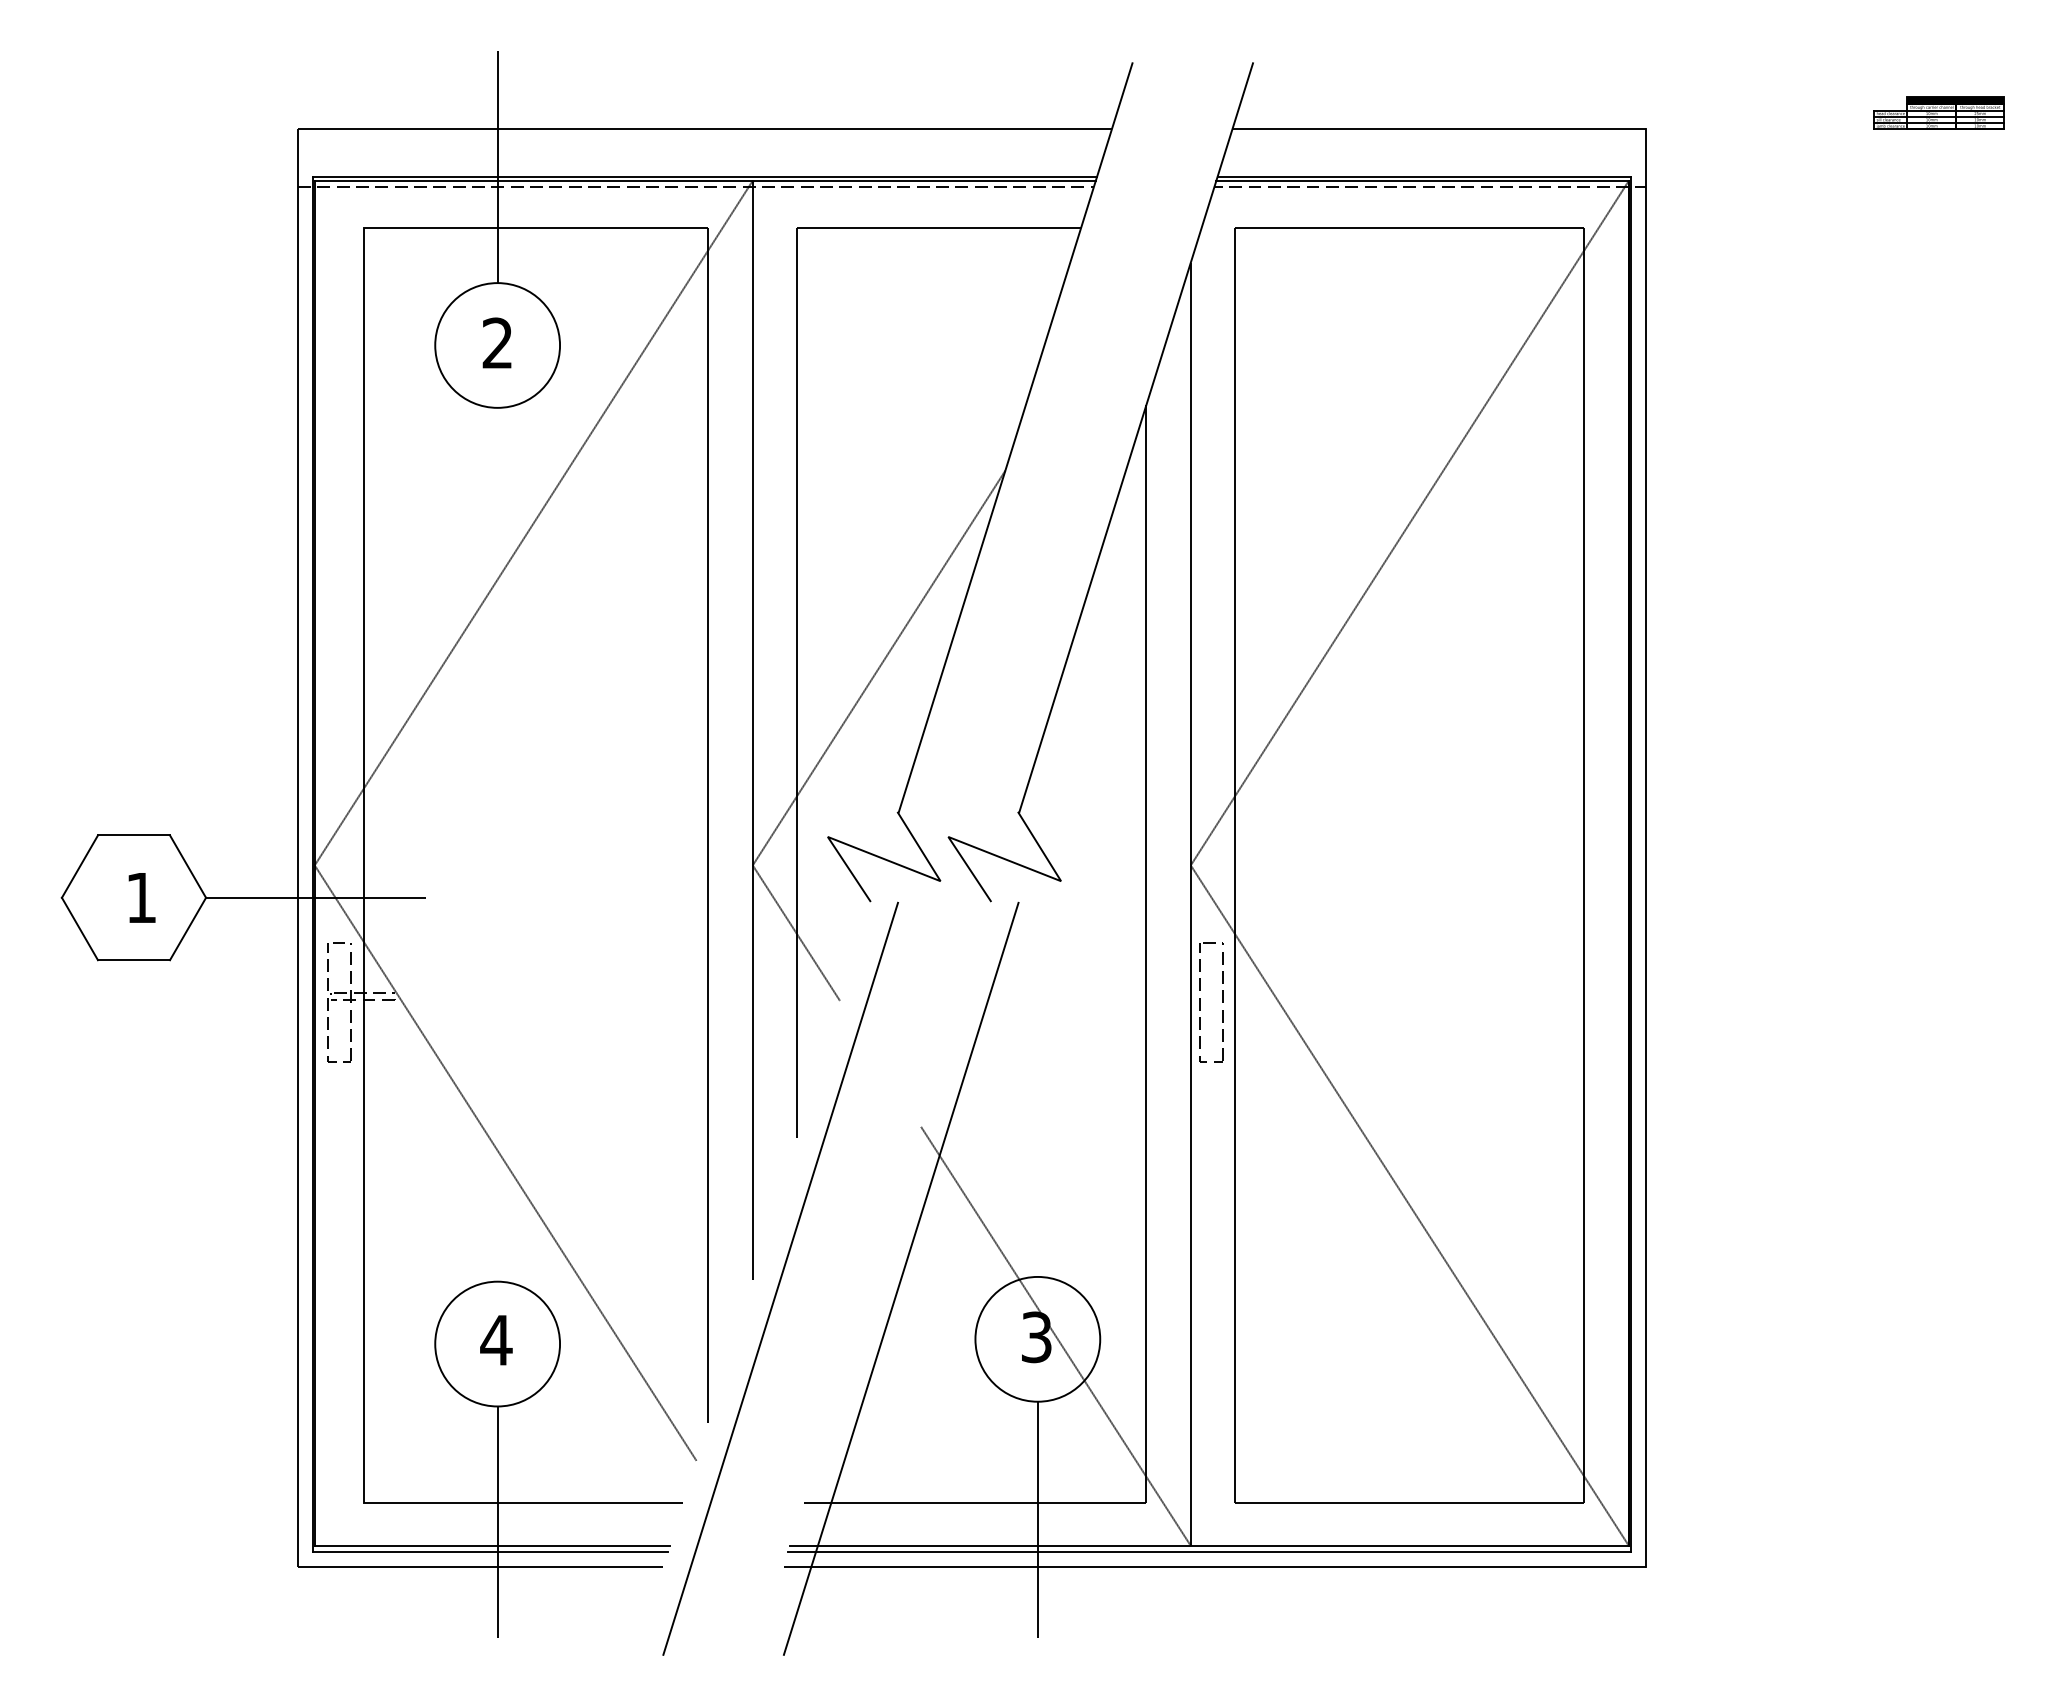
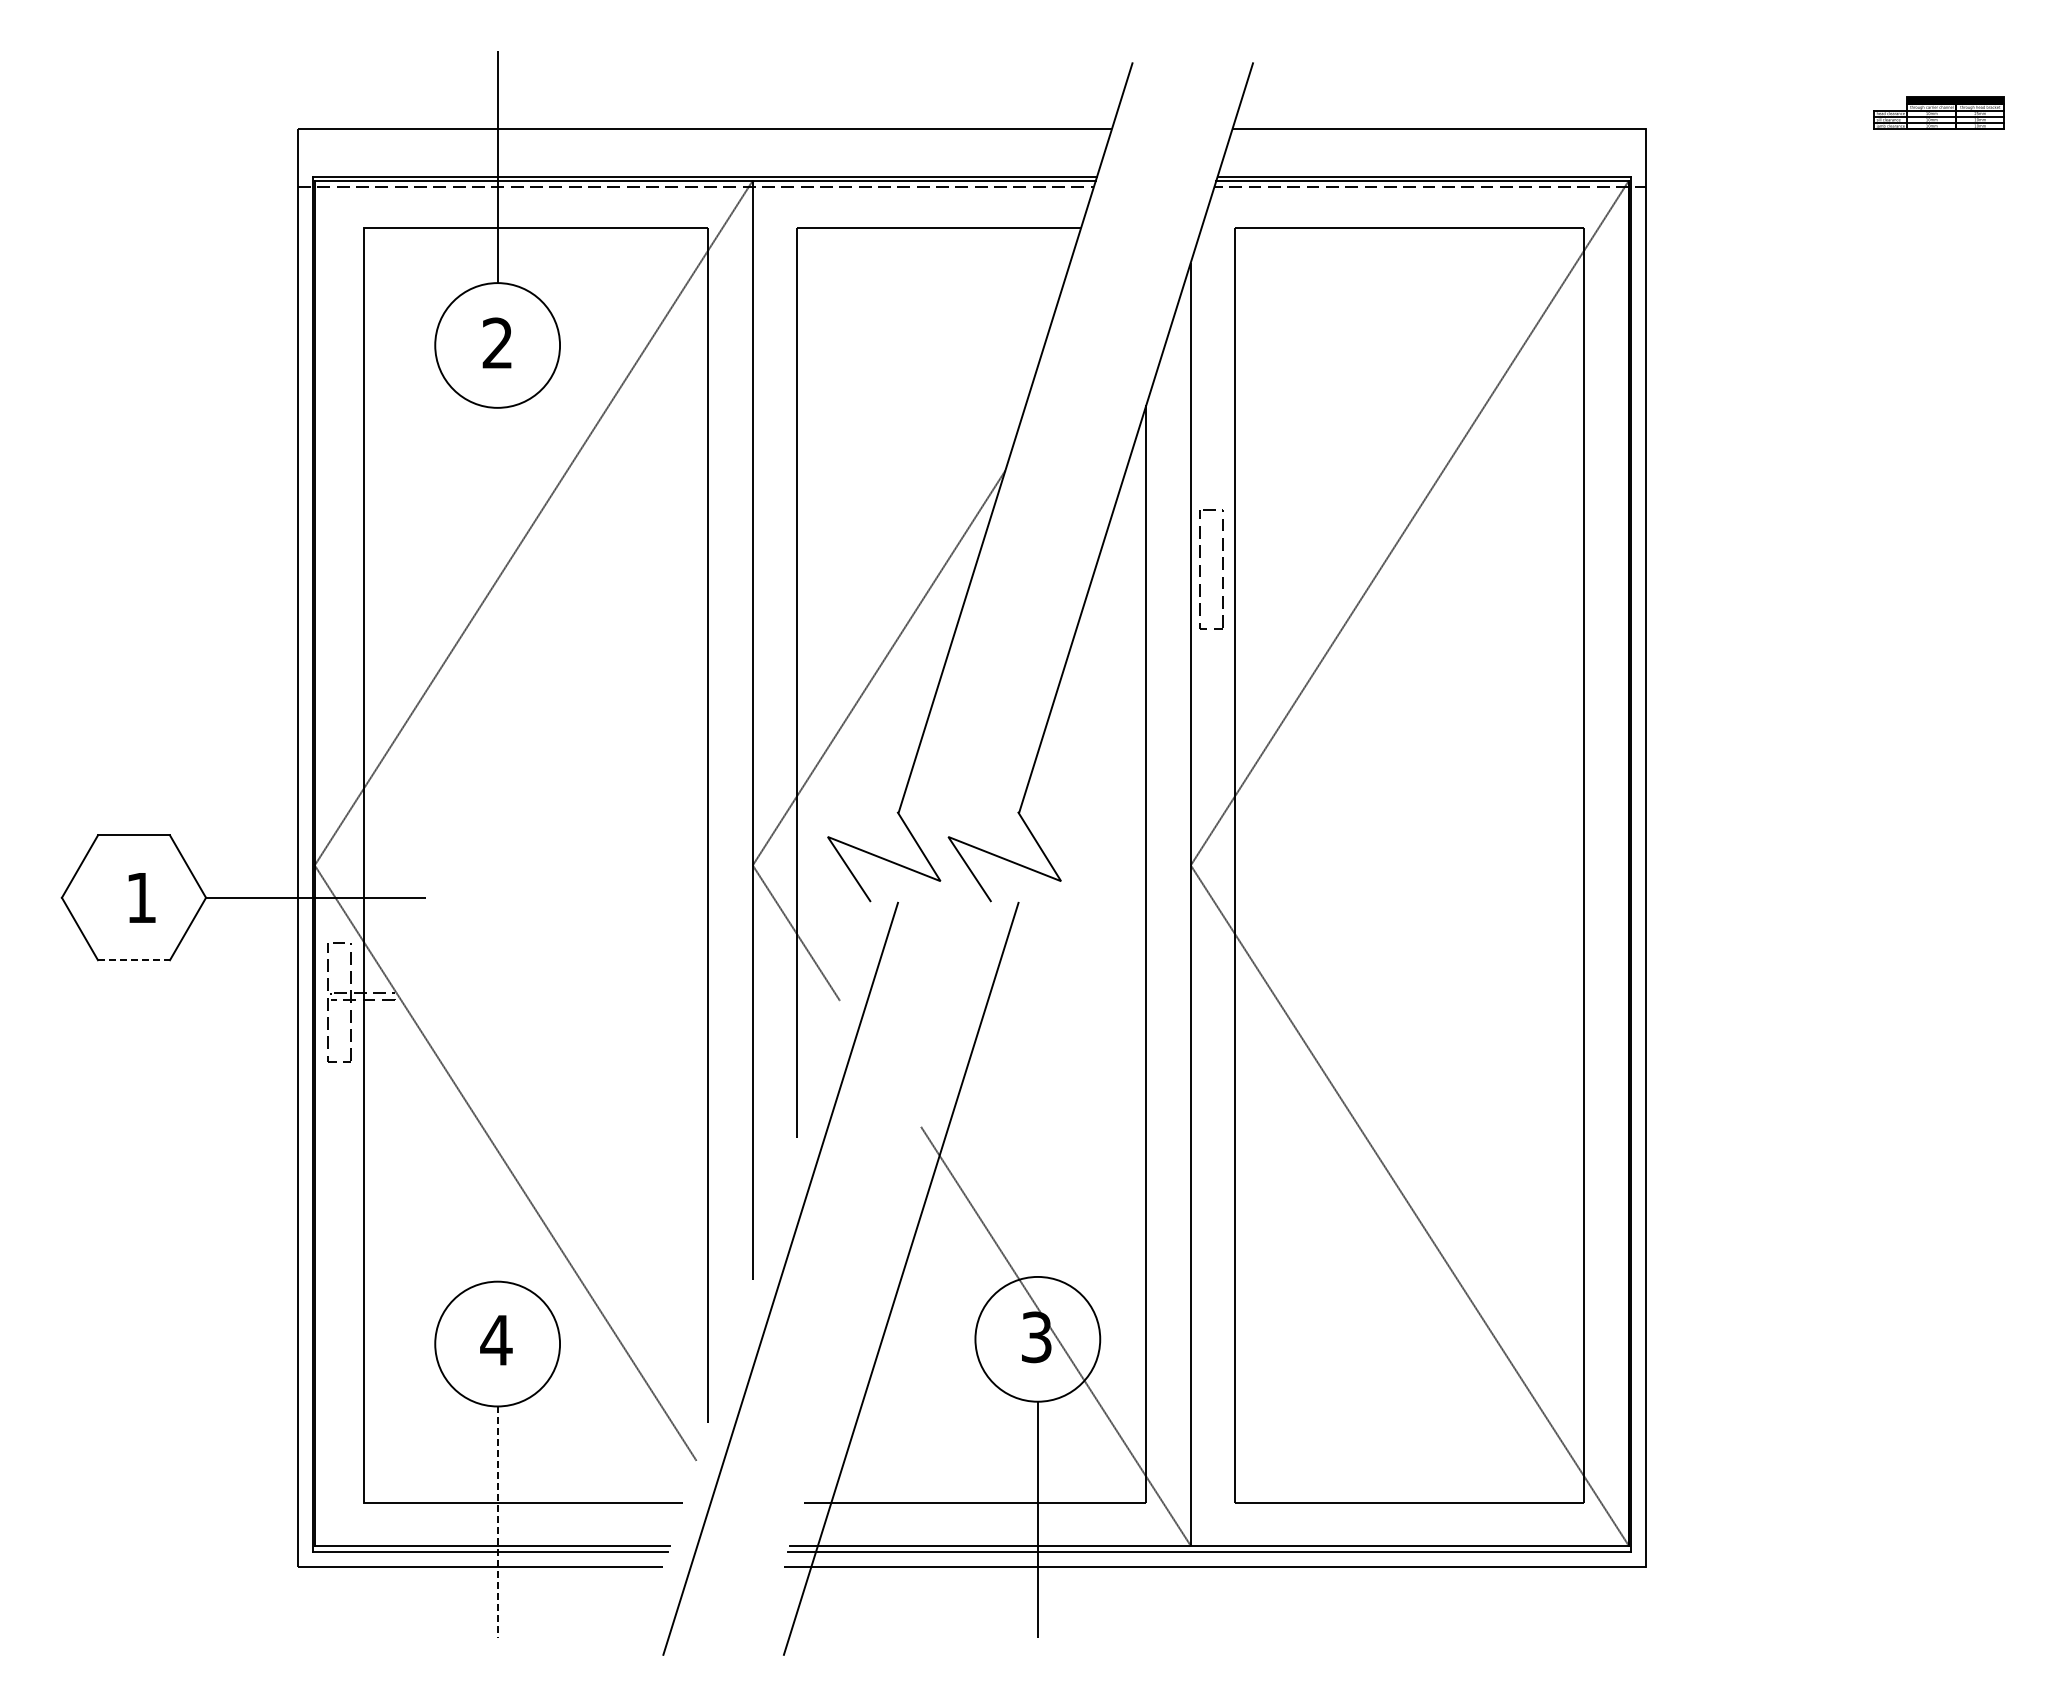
line at (134, 960): solid -> dashed
part at (1200, 1002) position: (1200, 1002) -> (1200, 569)
line at (497, 1522): solid -> dashed
